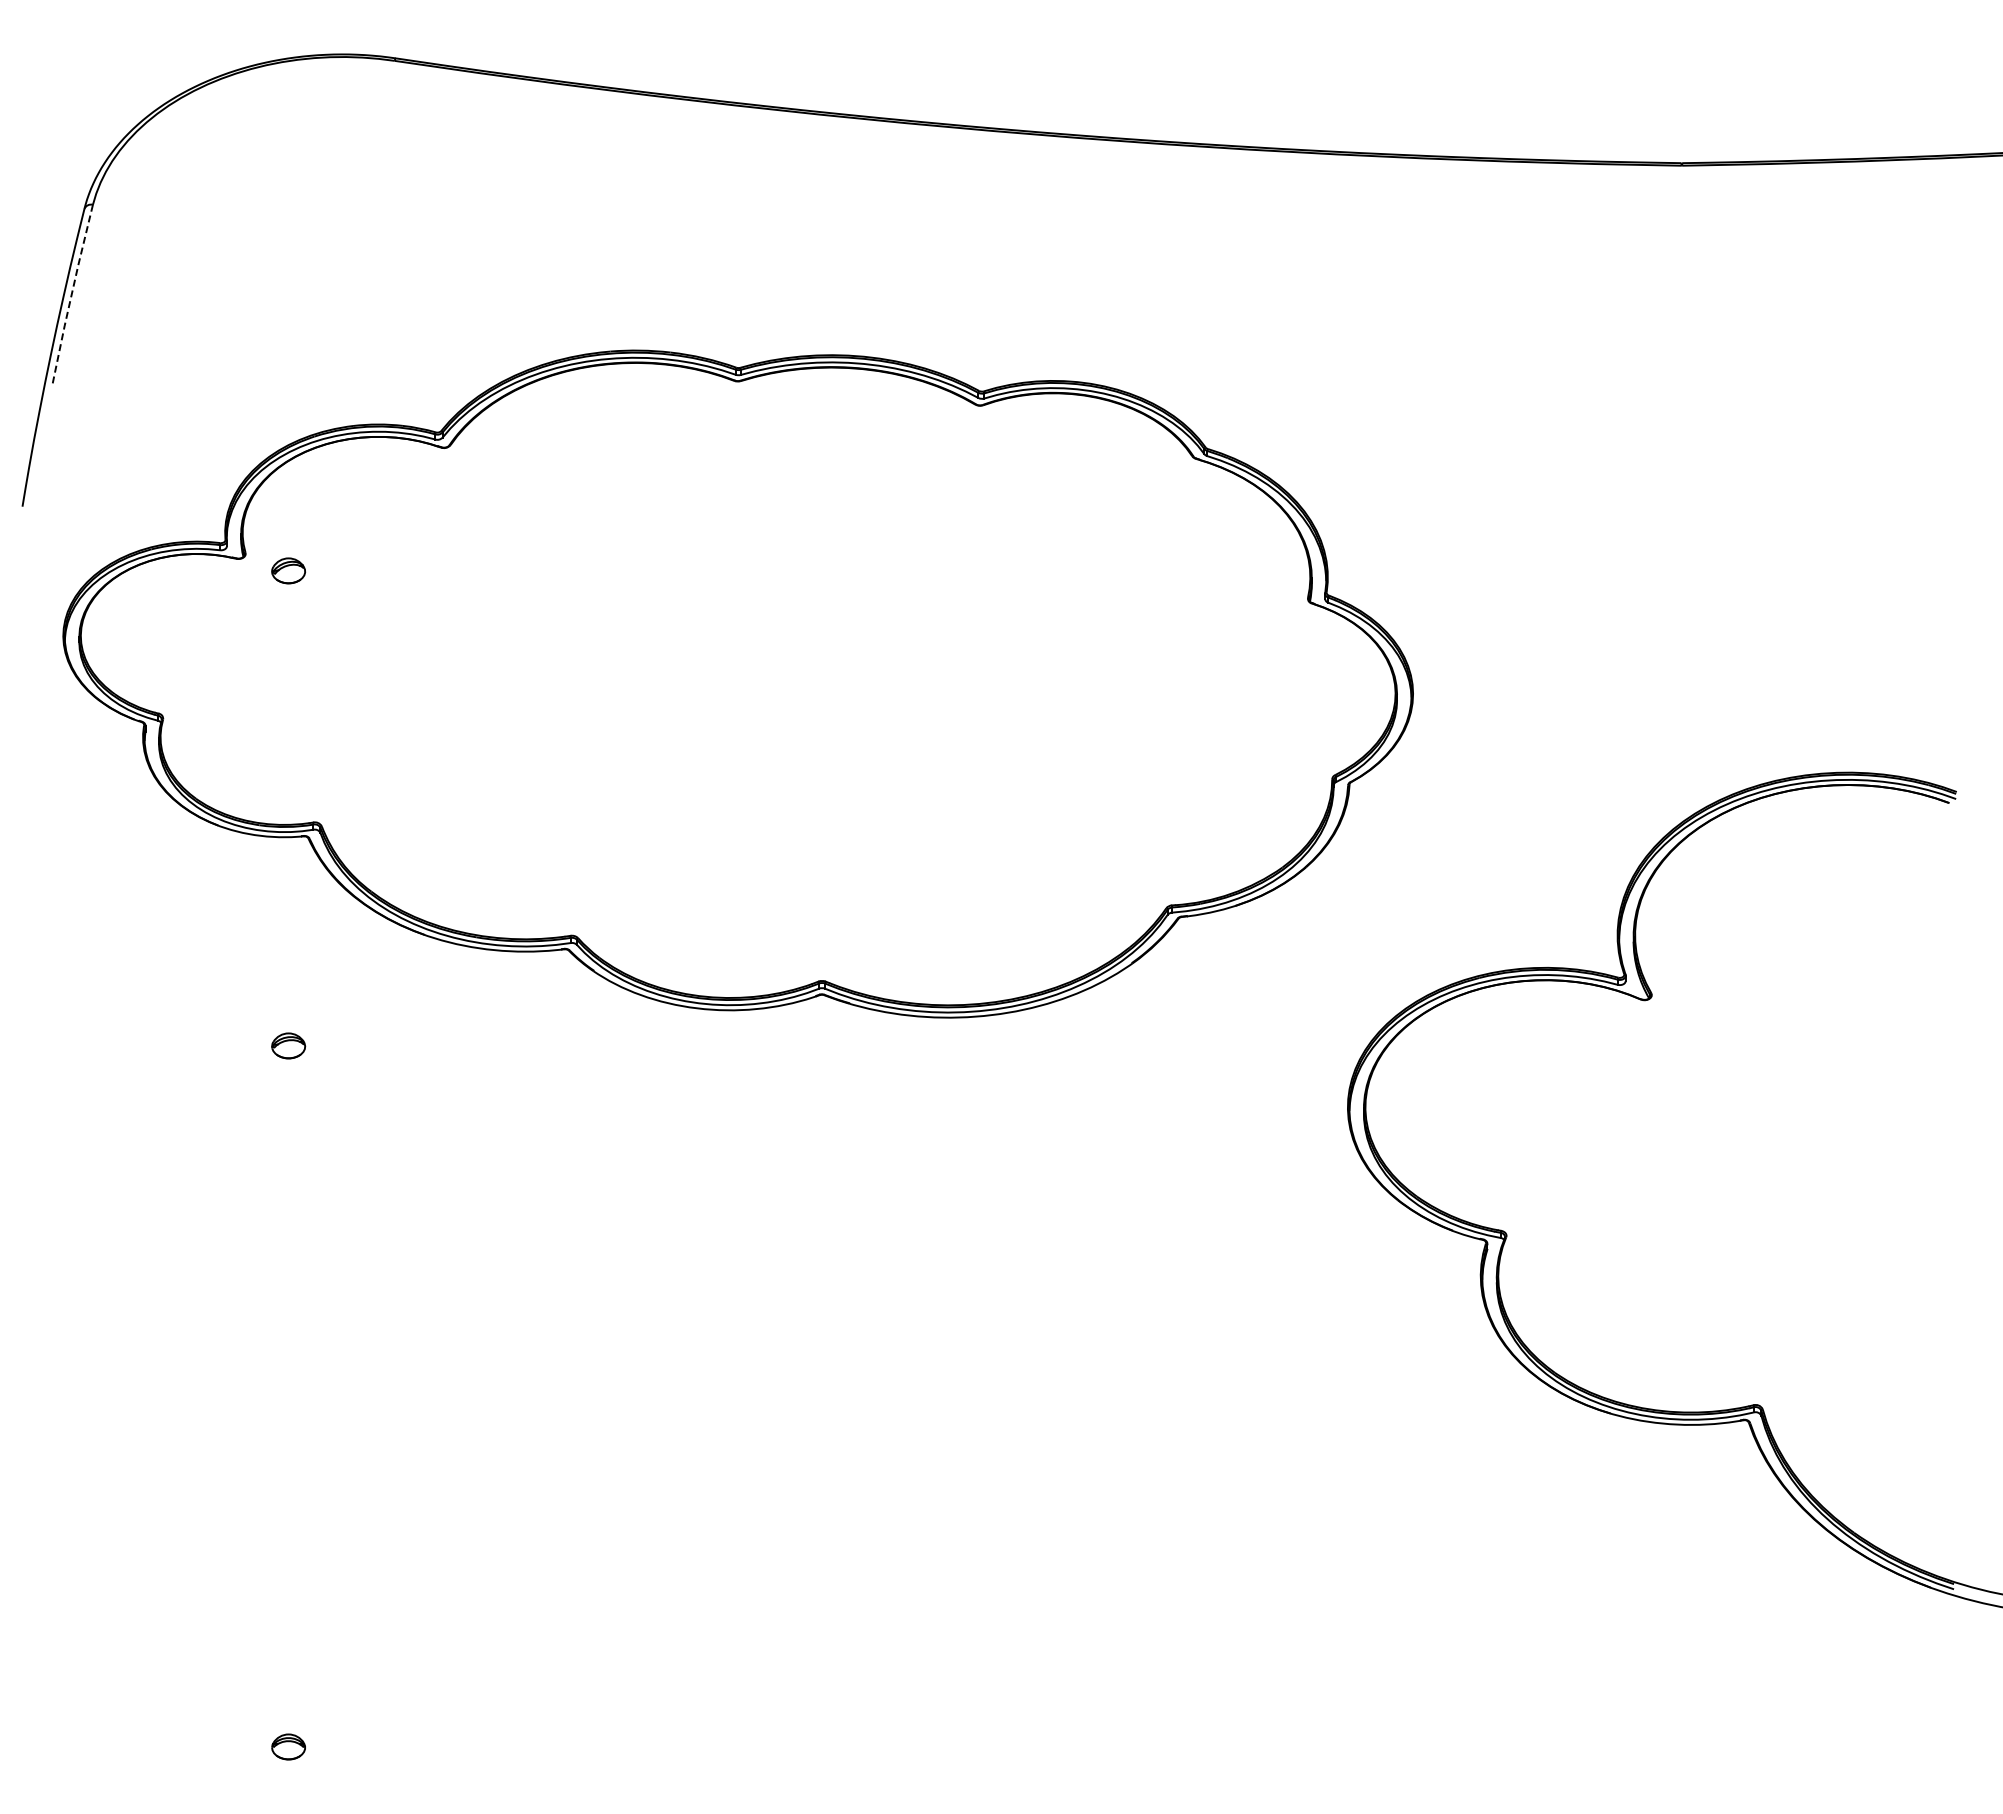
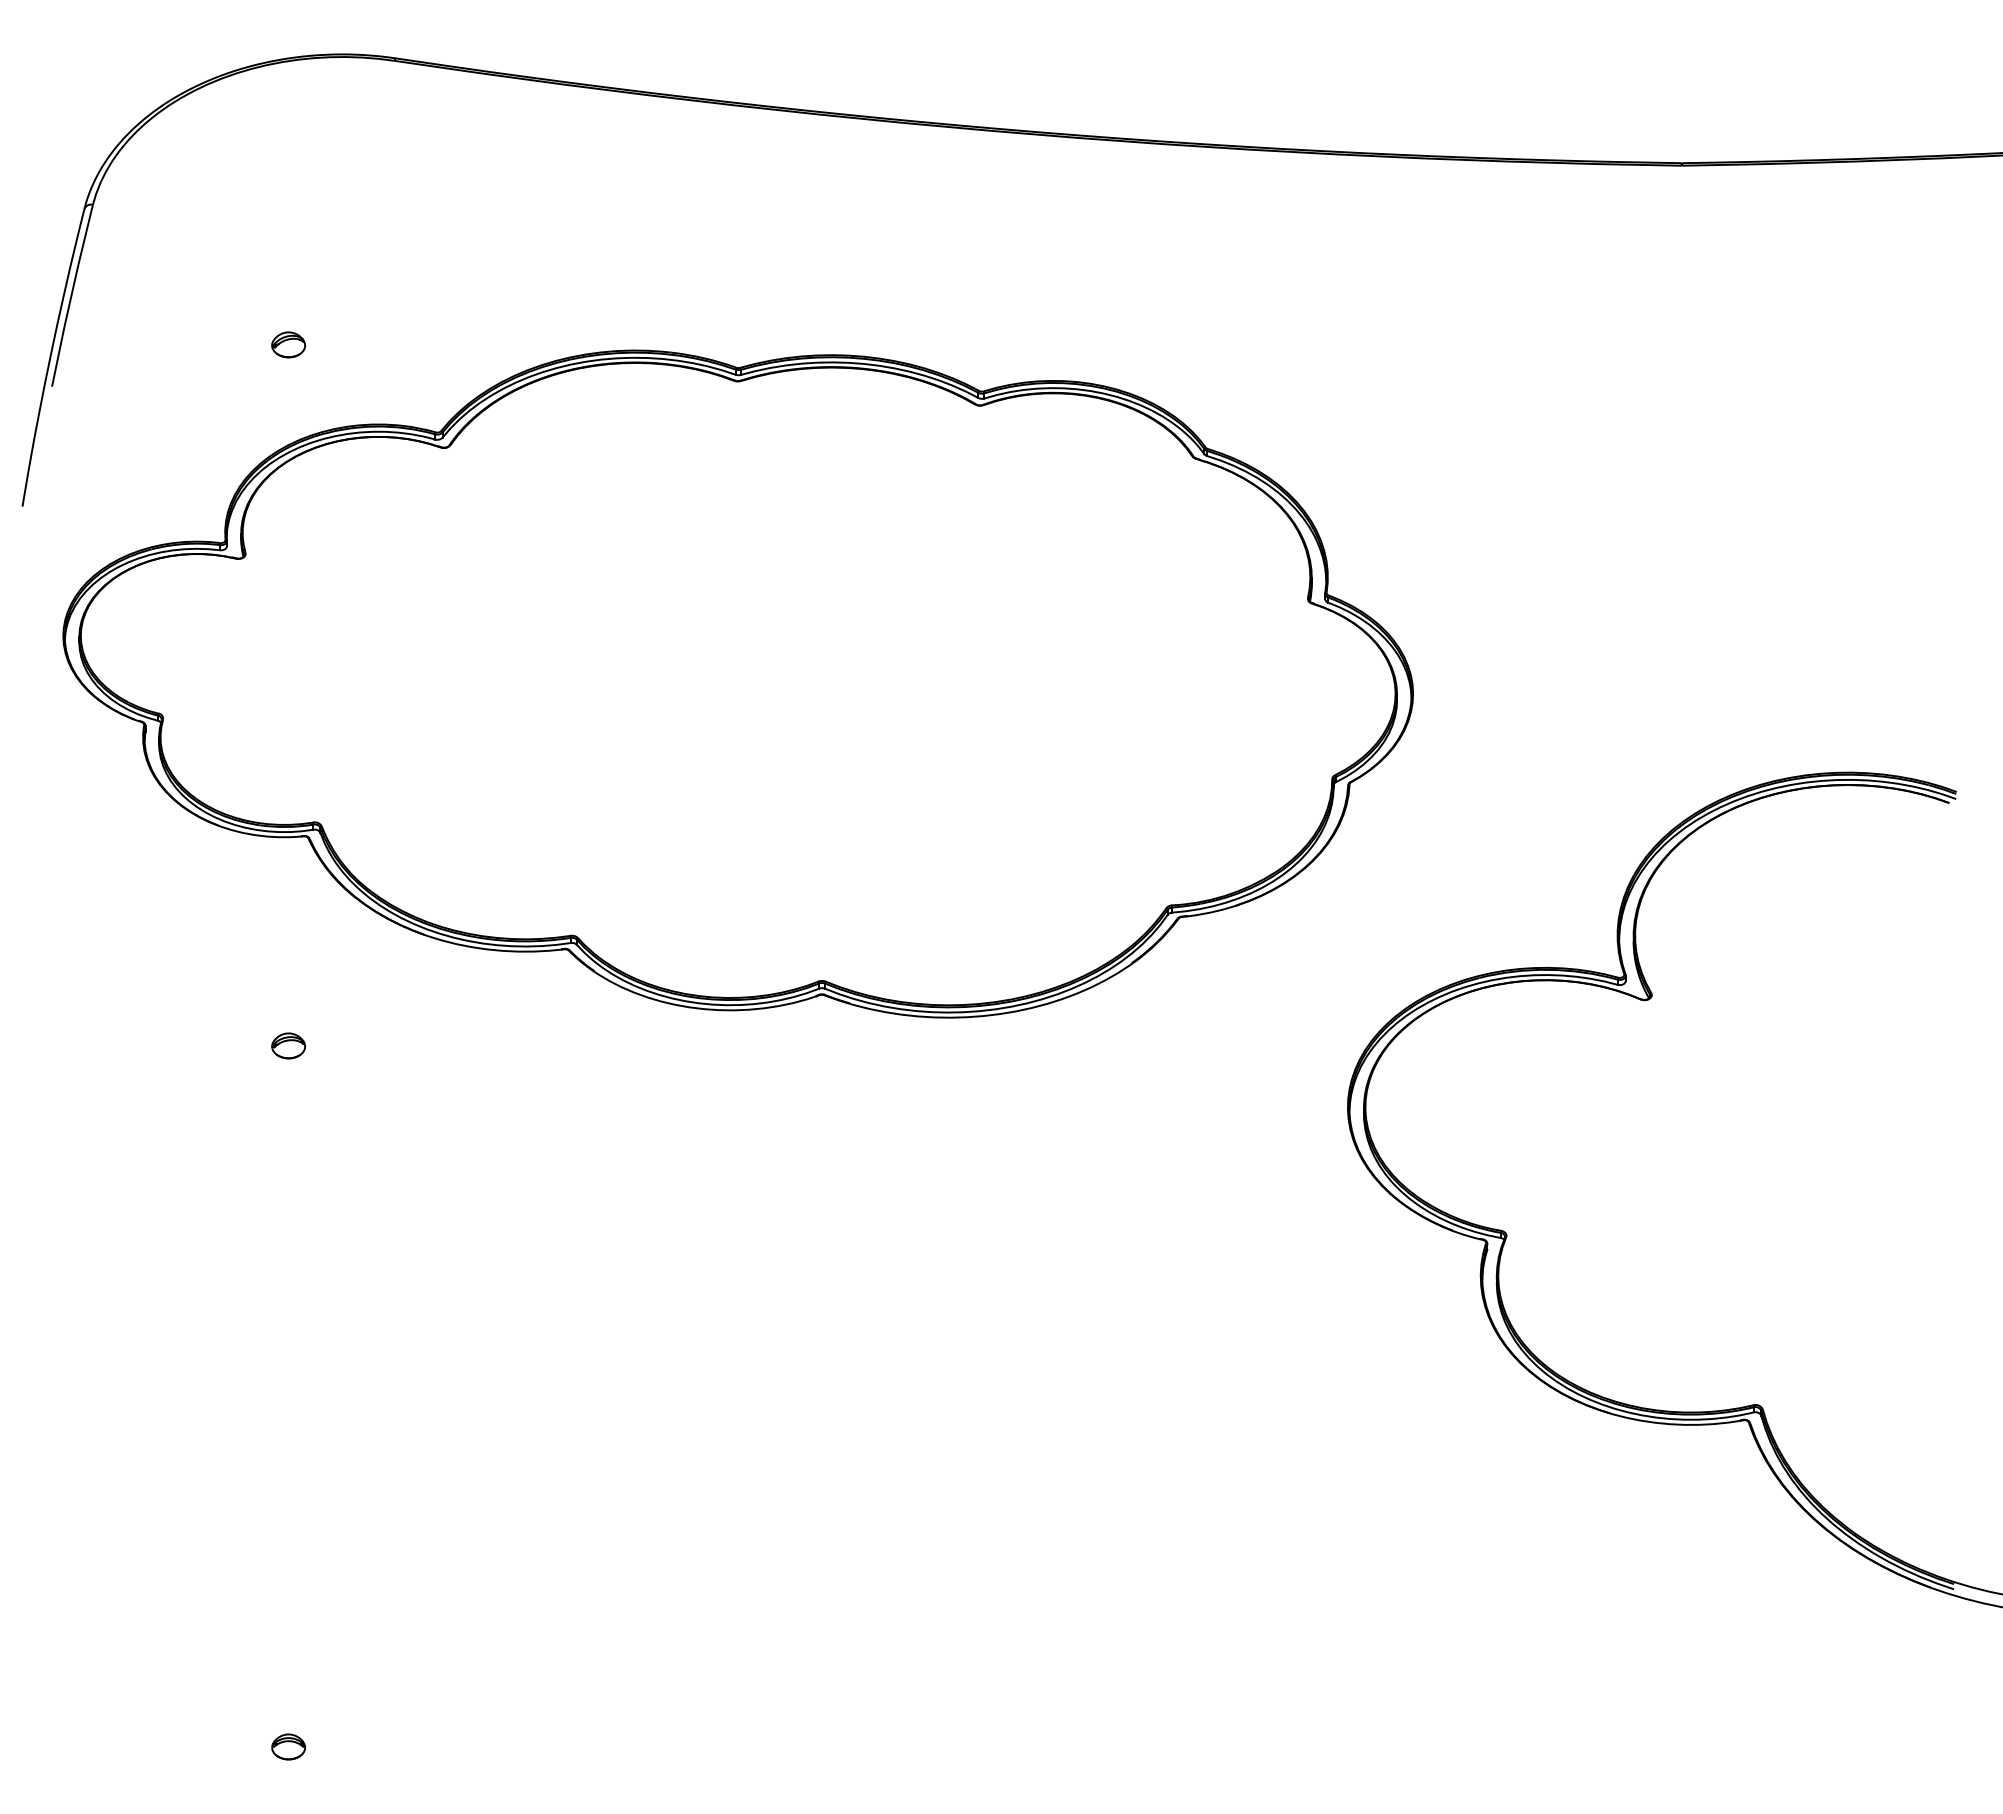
line at (71, 296): dashed -> solid
part at (288, 570) position: (288, 570) -> (288, 344)
